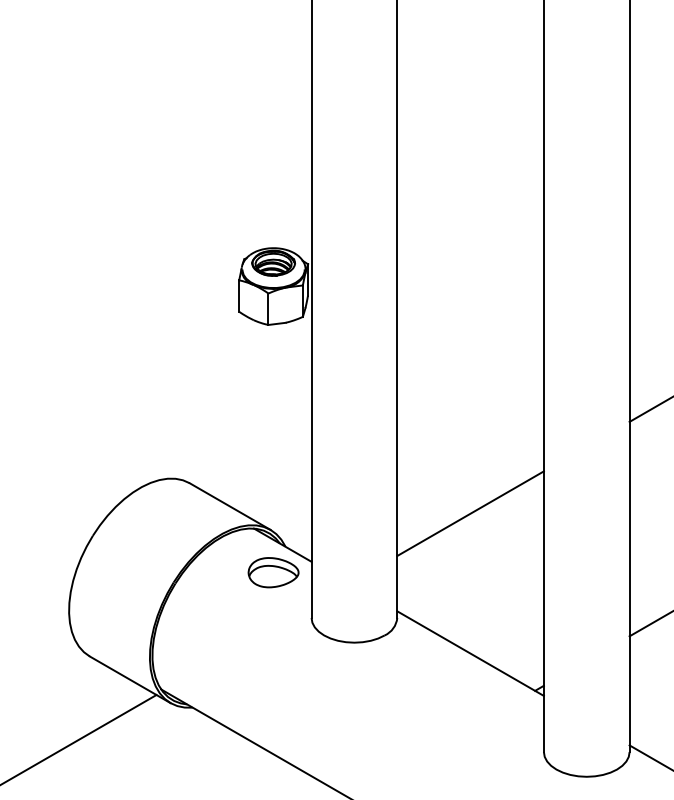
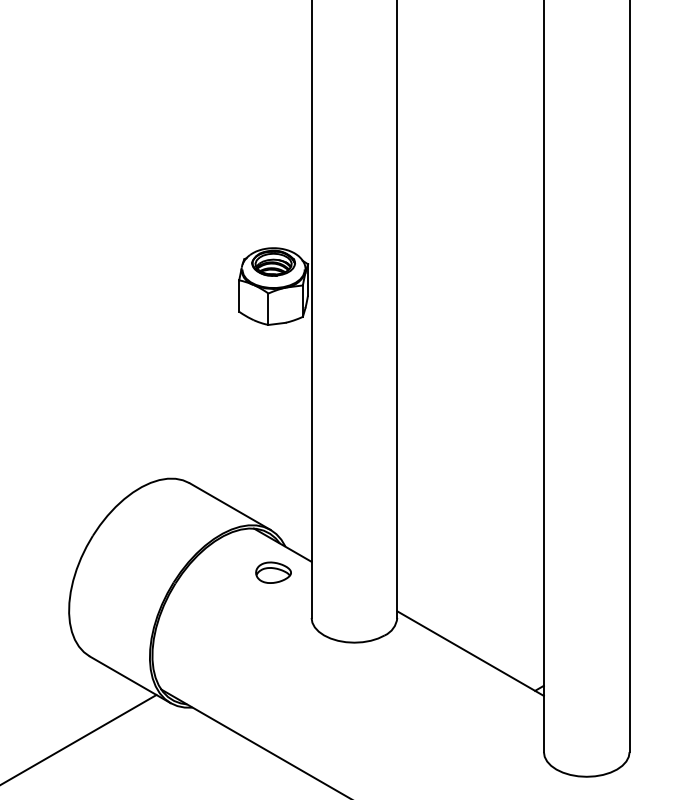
line at (649, 409): present -> none
line at (470, 513): present -> none
part at (273, 572) size: 53x32 px -> 37x23 px
line at (649, 624): present -> none
line at (649, 756): present -> none
